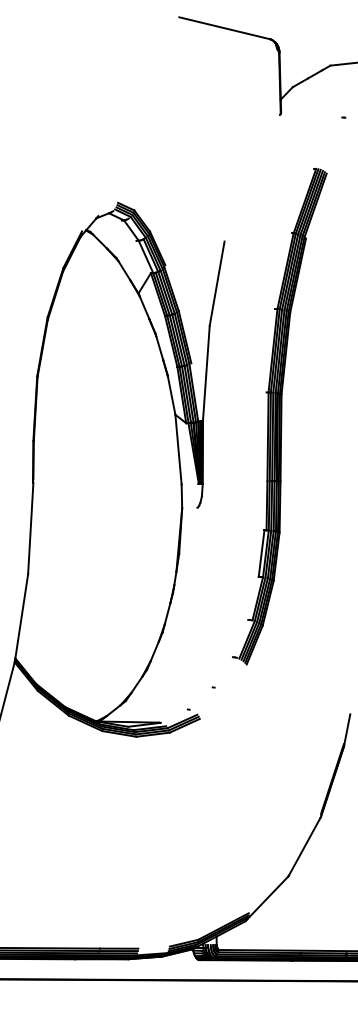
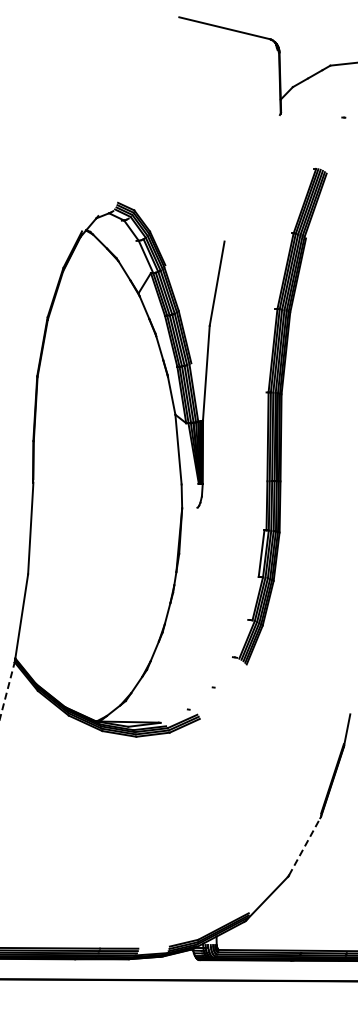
line at (7, 690): solid -> dashed
line at (304, 846): solid -> dashed
